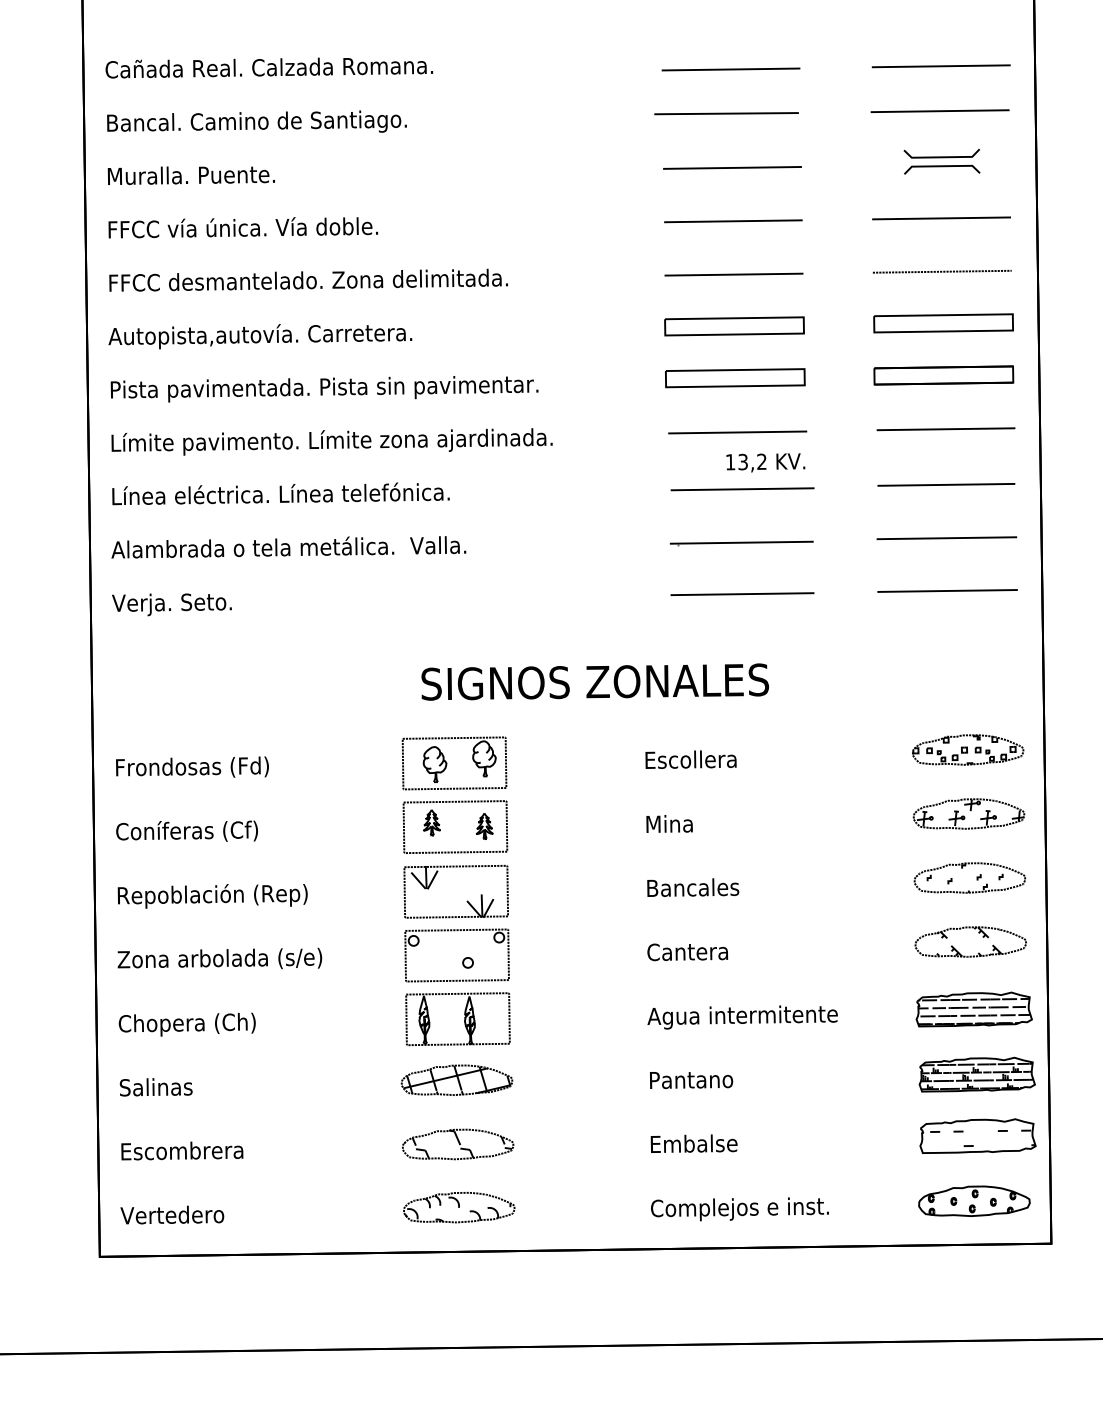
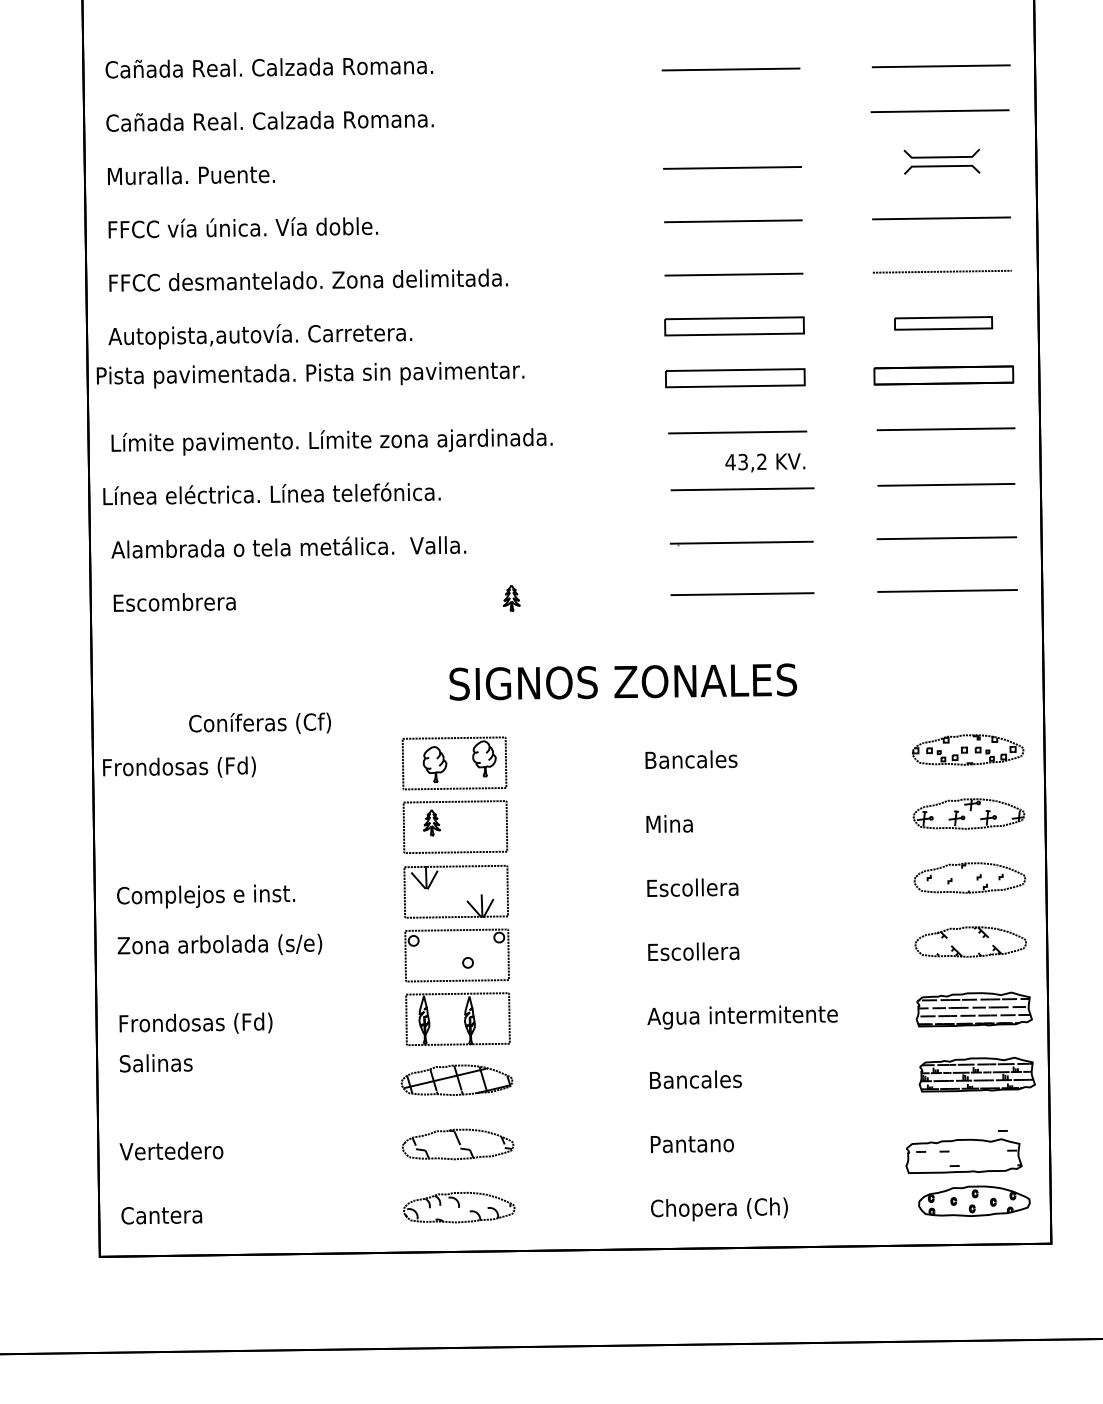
line at (726, 113): present -> none
text at (269, 121): Bancal. Camino de Santiago. -> Cañada Real. Calzada Romana.
part at (943, 323) size: 141x21 px -> 100x15 px
text at (324, 389) position: (324, 389) -> (310, 375)
text at (730, 462): 13,2 -> 43,2
text at (280, 493) position: (280, 493) -> (271, 493)
text at (173, 604): Verja. Seto. -> Escombrera
text at (594, 681) position: (594, 681) -> (622, 681)
text at (694, 759): Escollera -> Bancales
text at (192, 766) position: (192, 766) -> (179, 766)
part at (484, 826) position: (484, 826) -> (511, 598)
text at (186, 830) position: (186, 830) -> (259, 722)
text at (696, 887): Bancales -> Escollera
text at (212, 896): Repoblación (Rep) -> Complejos e inst.
text at (693, 951): Cantera -> Escollera
text at (219, 958) position: (219, 958) -> (219, 944)
text at (195, 1024): Chopera (Ch) -> Frondosas (Fd)
text at (696, 1079): Pantano -> Bancales
text at (155, 1087) position: (155, 1087) -> (155, 1063)
part at (977, 1135) position: (977, 1135) -> (963, 1155)
text at (695, 1143): Embalse -> Pantano
text at (181, 1150): Escombrera -> Vertedero
text at (746, 1209): Complejos e inst. -> Chopera (Ch)
text at (172, 1214): Vertedero -> Cantera
